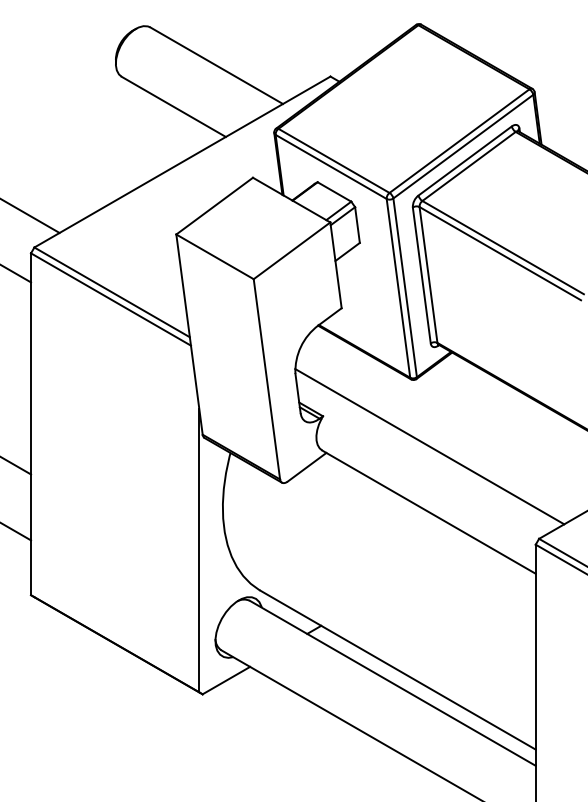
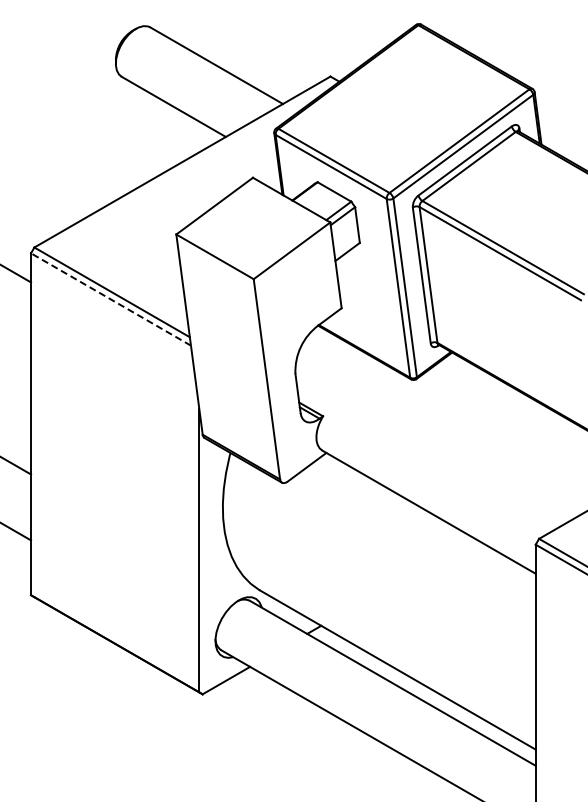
line at (30, 215): present -> none
line at (110, 299): solid -> dashed
line at (429, 446): present -> none
